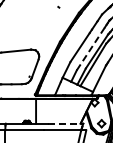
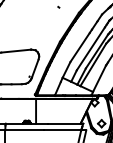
line at (90, 48): dashed -> solid
line at (65, 123): dashed -> solid
